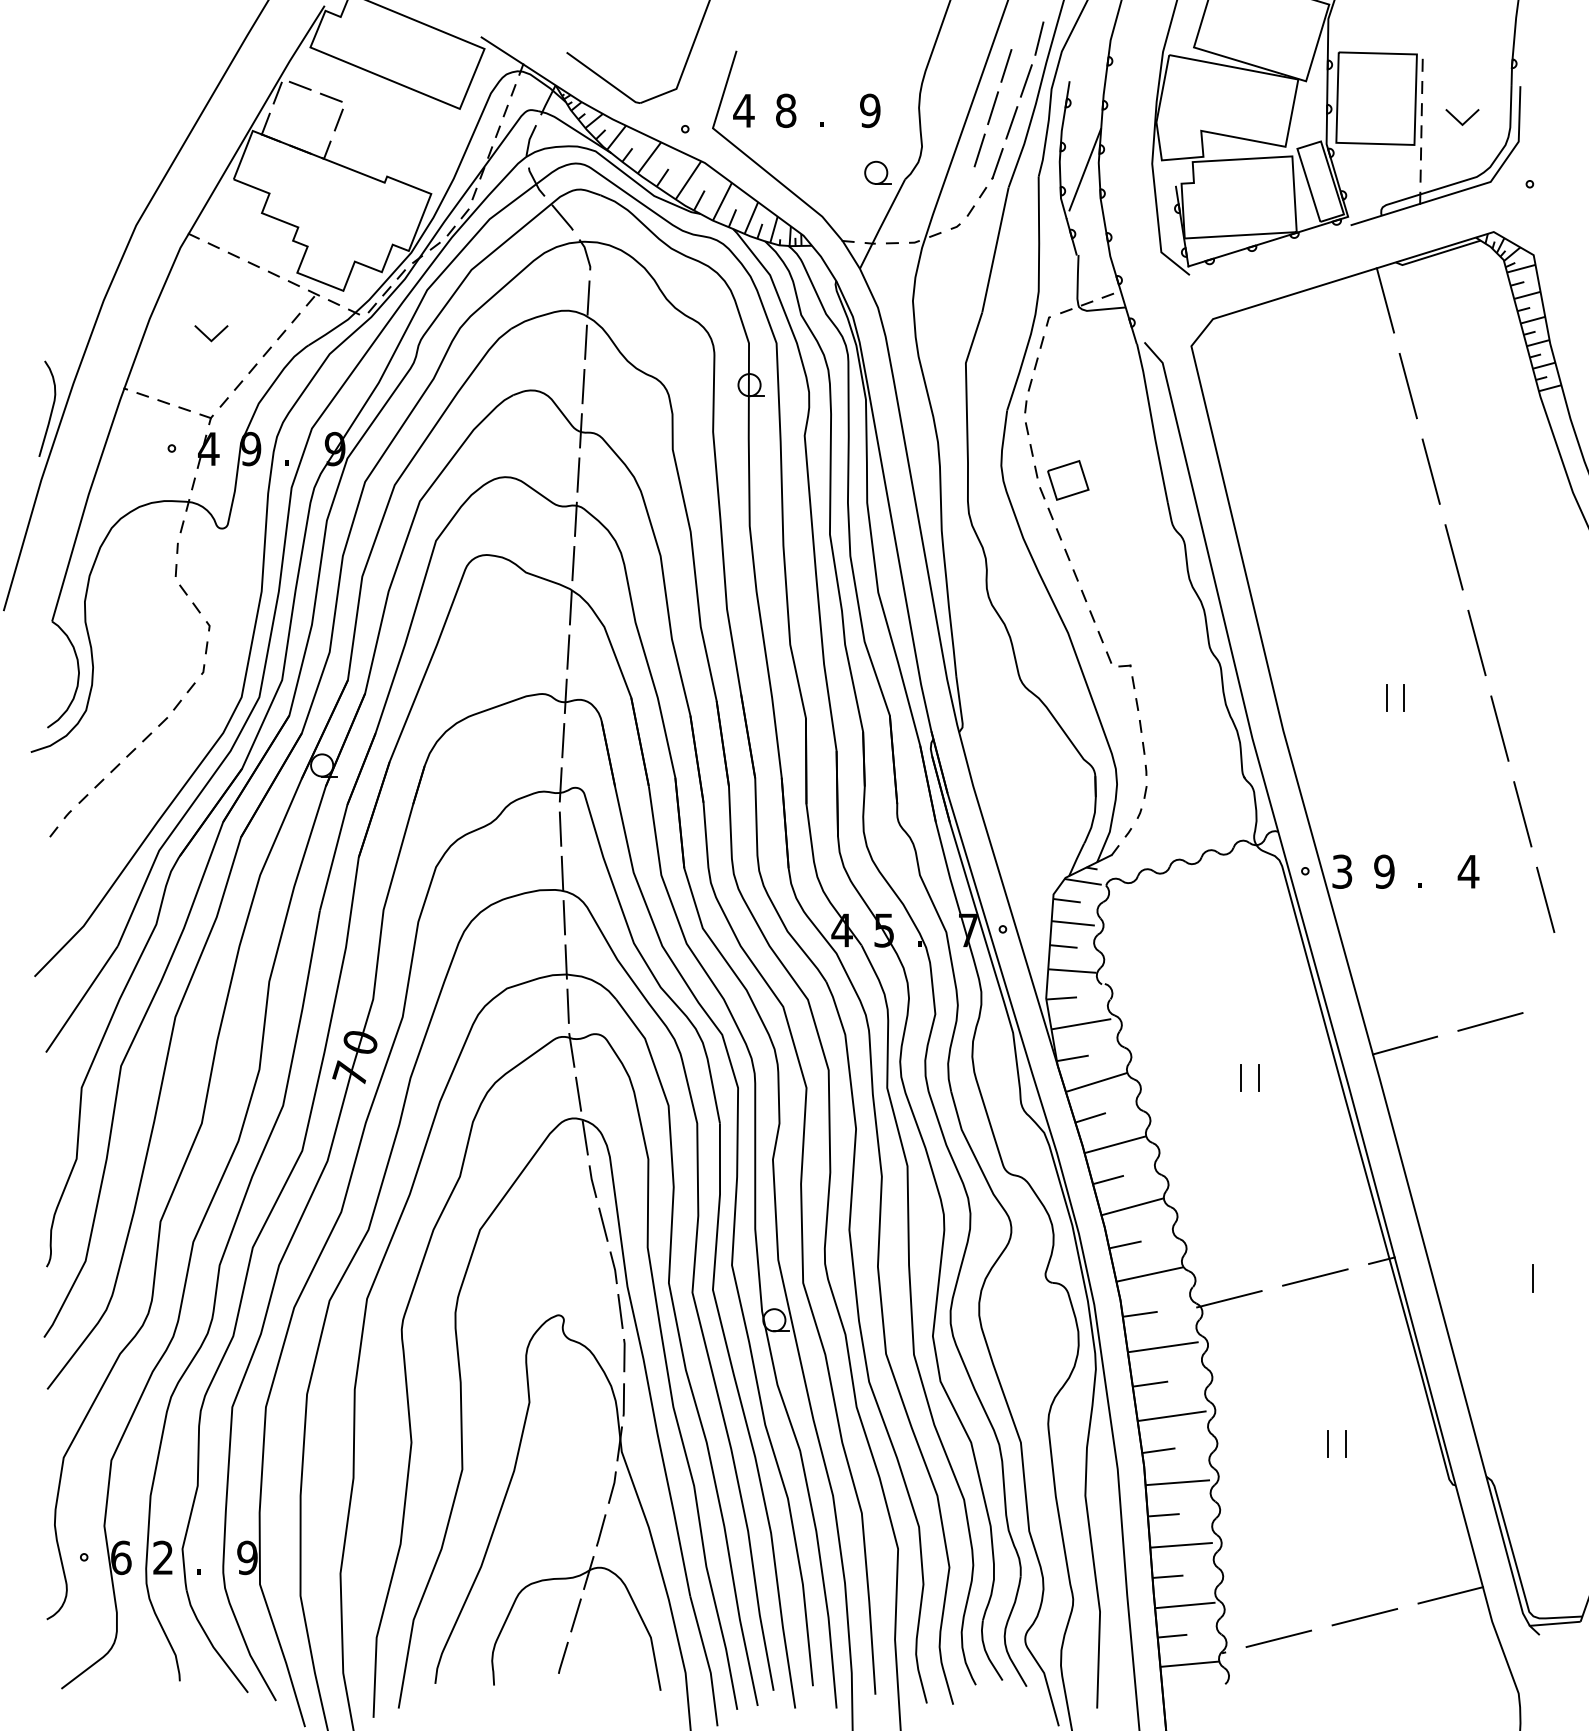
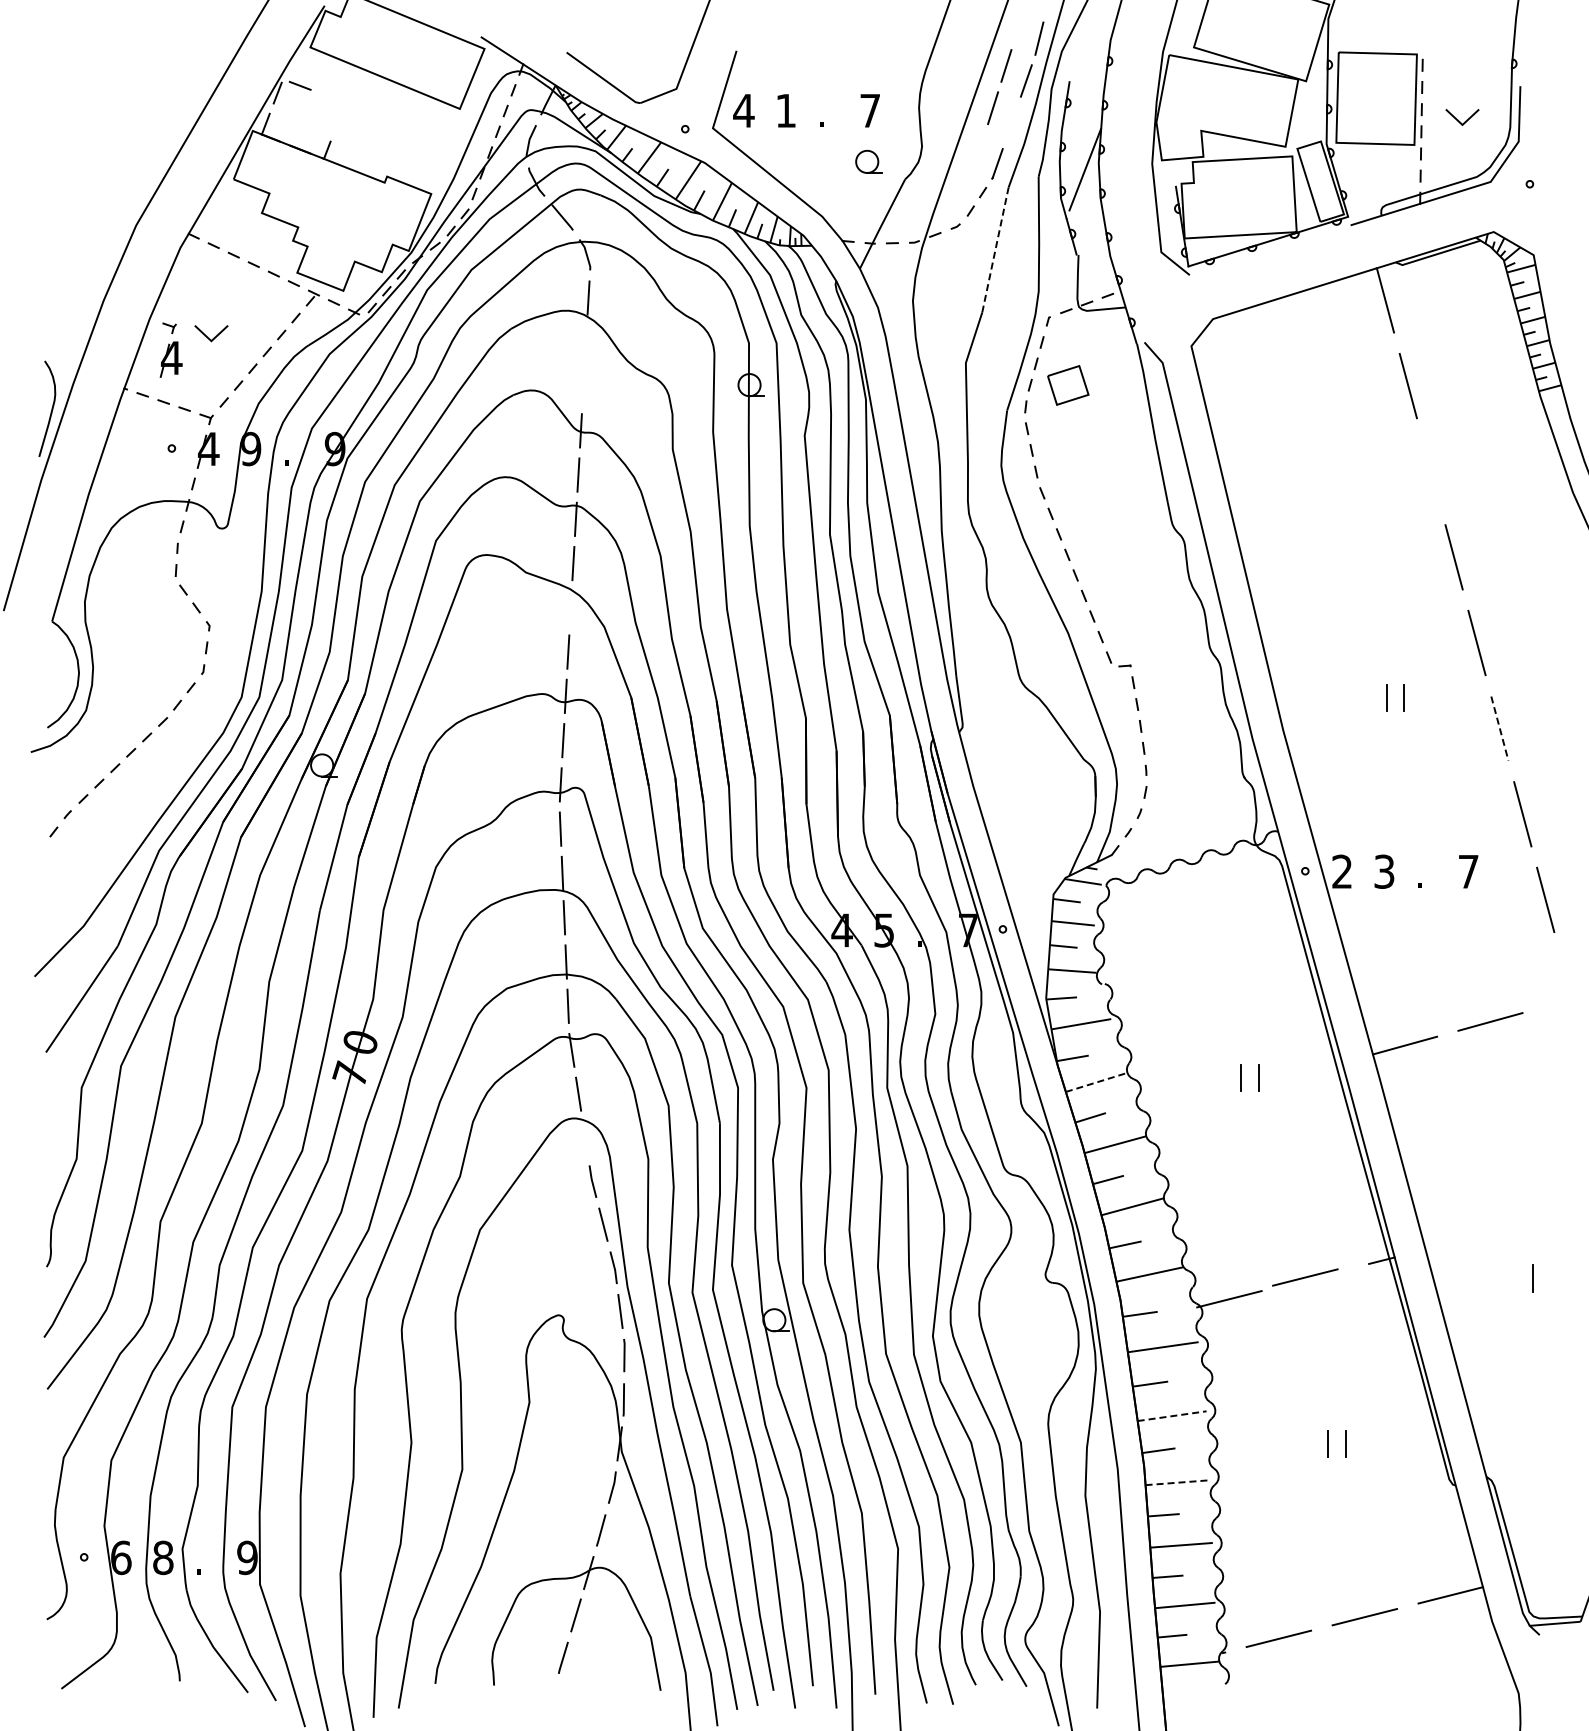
text at (786, 110): 8 -> 1
text at (870, 110): 9 -> 7
part at (339, 115): present -> none
line at (1011, 122): present -> none
line at (979, 150): present -> none
part at (877, 172) position: (877, 172) -> (868, 161)
line at (995, 250): solid -> dashed
line at (585, 341): present -> none
part at (170, 349): none -> present
line at (583, 386): present -> none
line at (1430, 471): present -> none
part at (1068, 480) position: (1068, 480) -> (1068, 385)
line at (570, 607): present -> none
line at (1500, 729): solid -> dashed
text at (1342, 871): 3 -> 2
text at (1384, 871): 9 -> 3
text at (1468, 871): 4 -> 7
line at (1097, 1082): solid -> dashed
line at (584, 1137): present -> none
line at (1315, 1277) position: (1315, 1277) -> (1305, 1277)
line at (1172, 1416): solid -> dashed
line at (1178, 1482): solid -> dashed
text at (163, 1557): 2 -> 8
